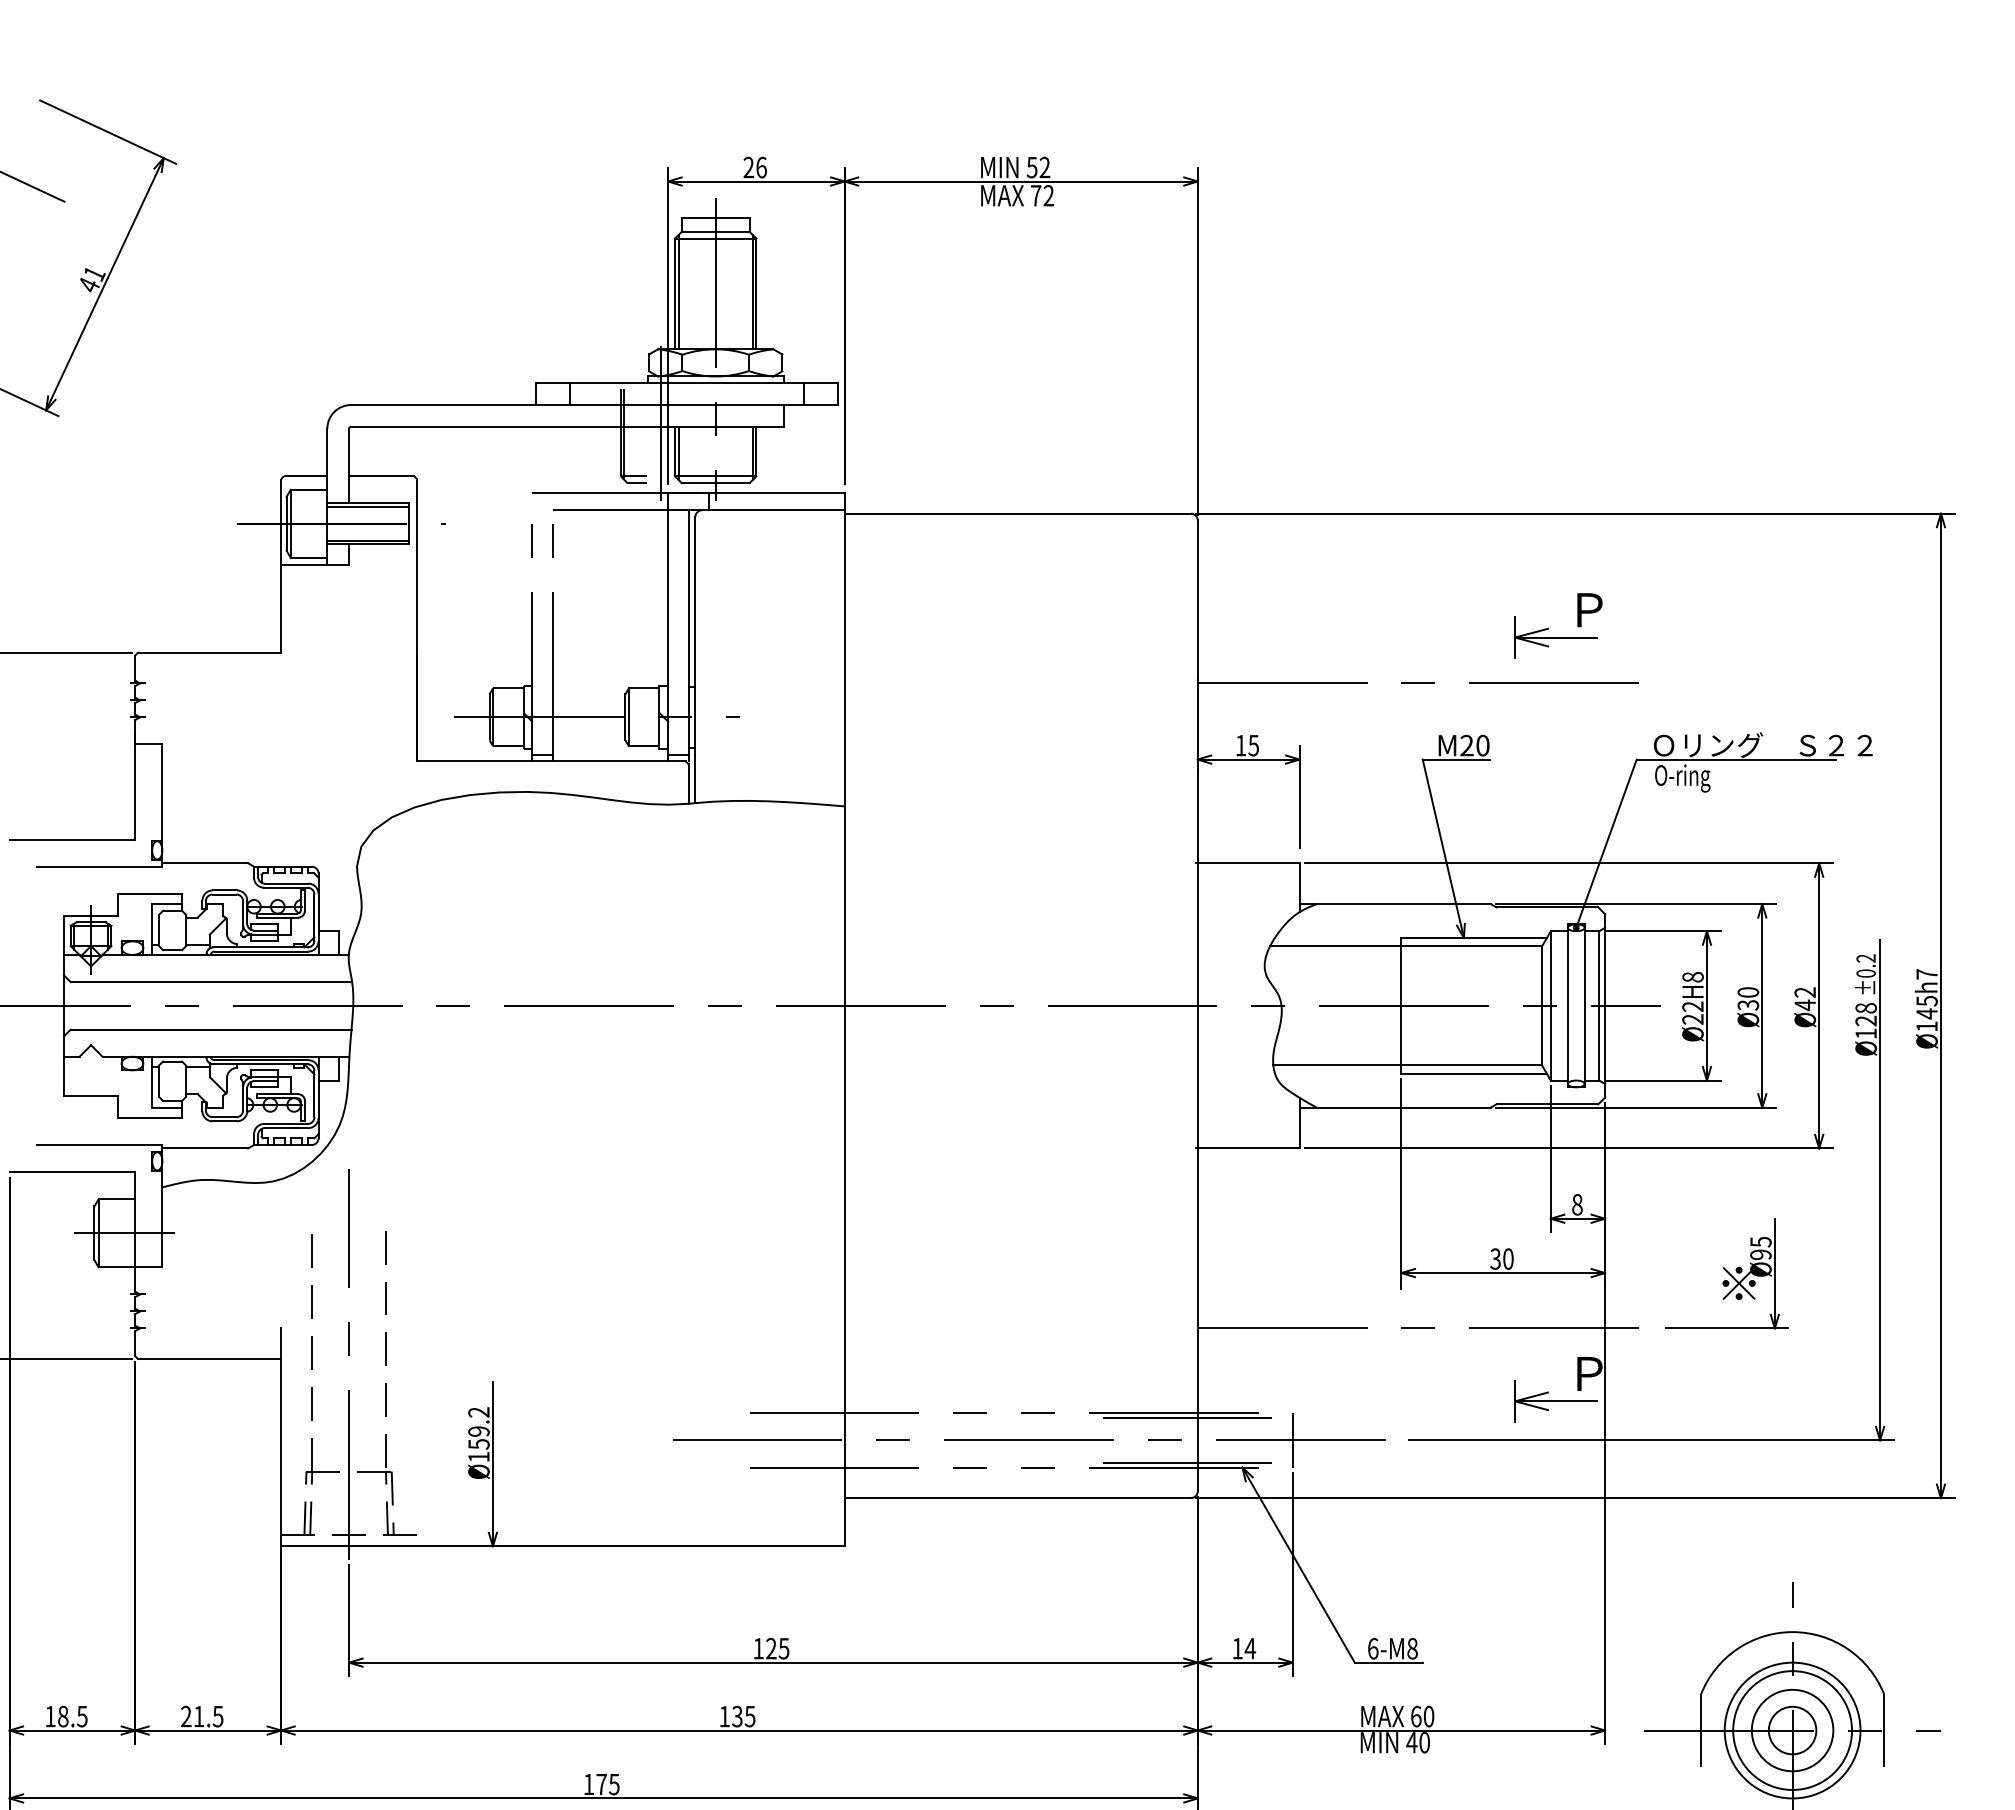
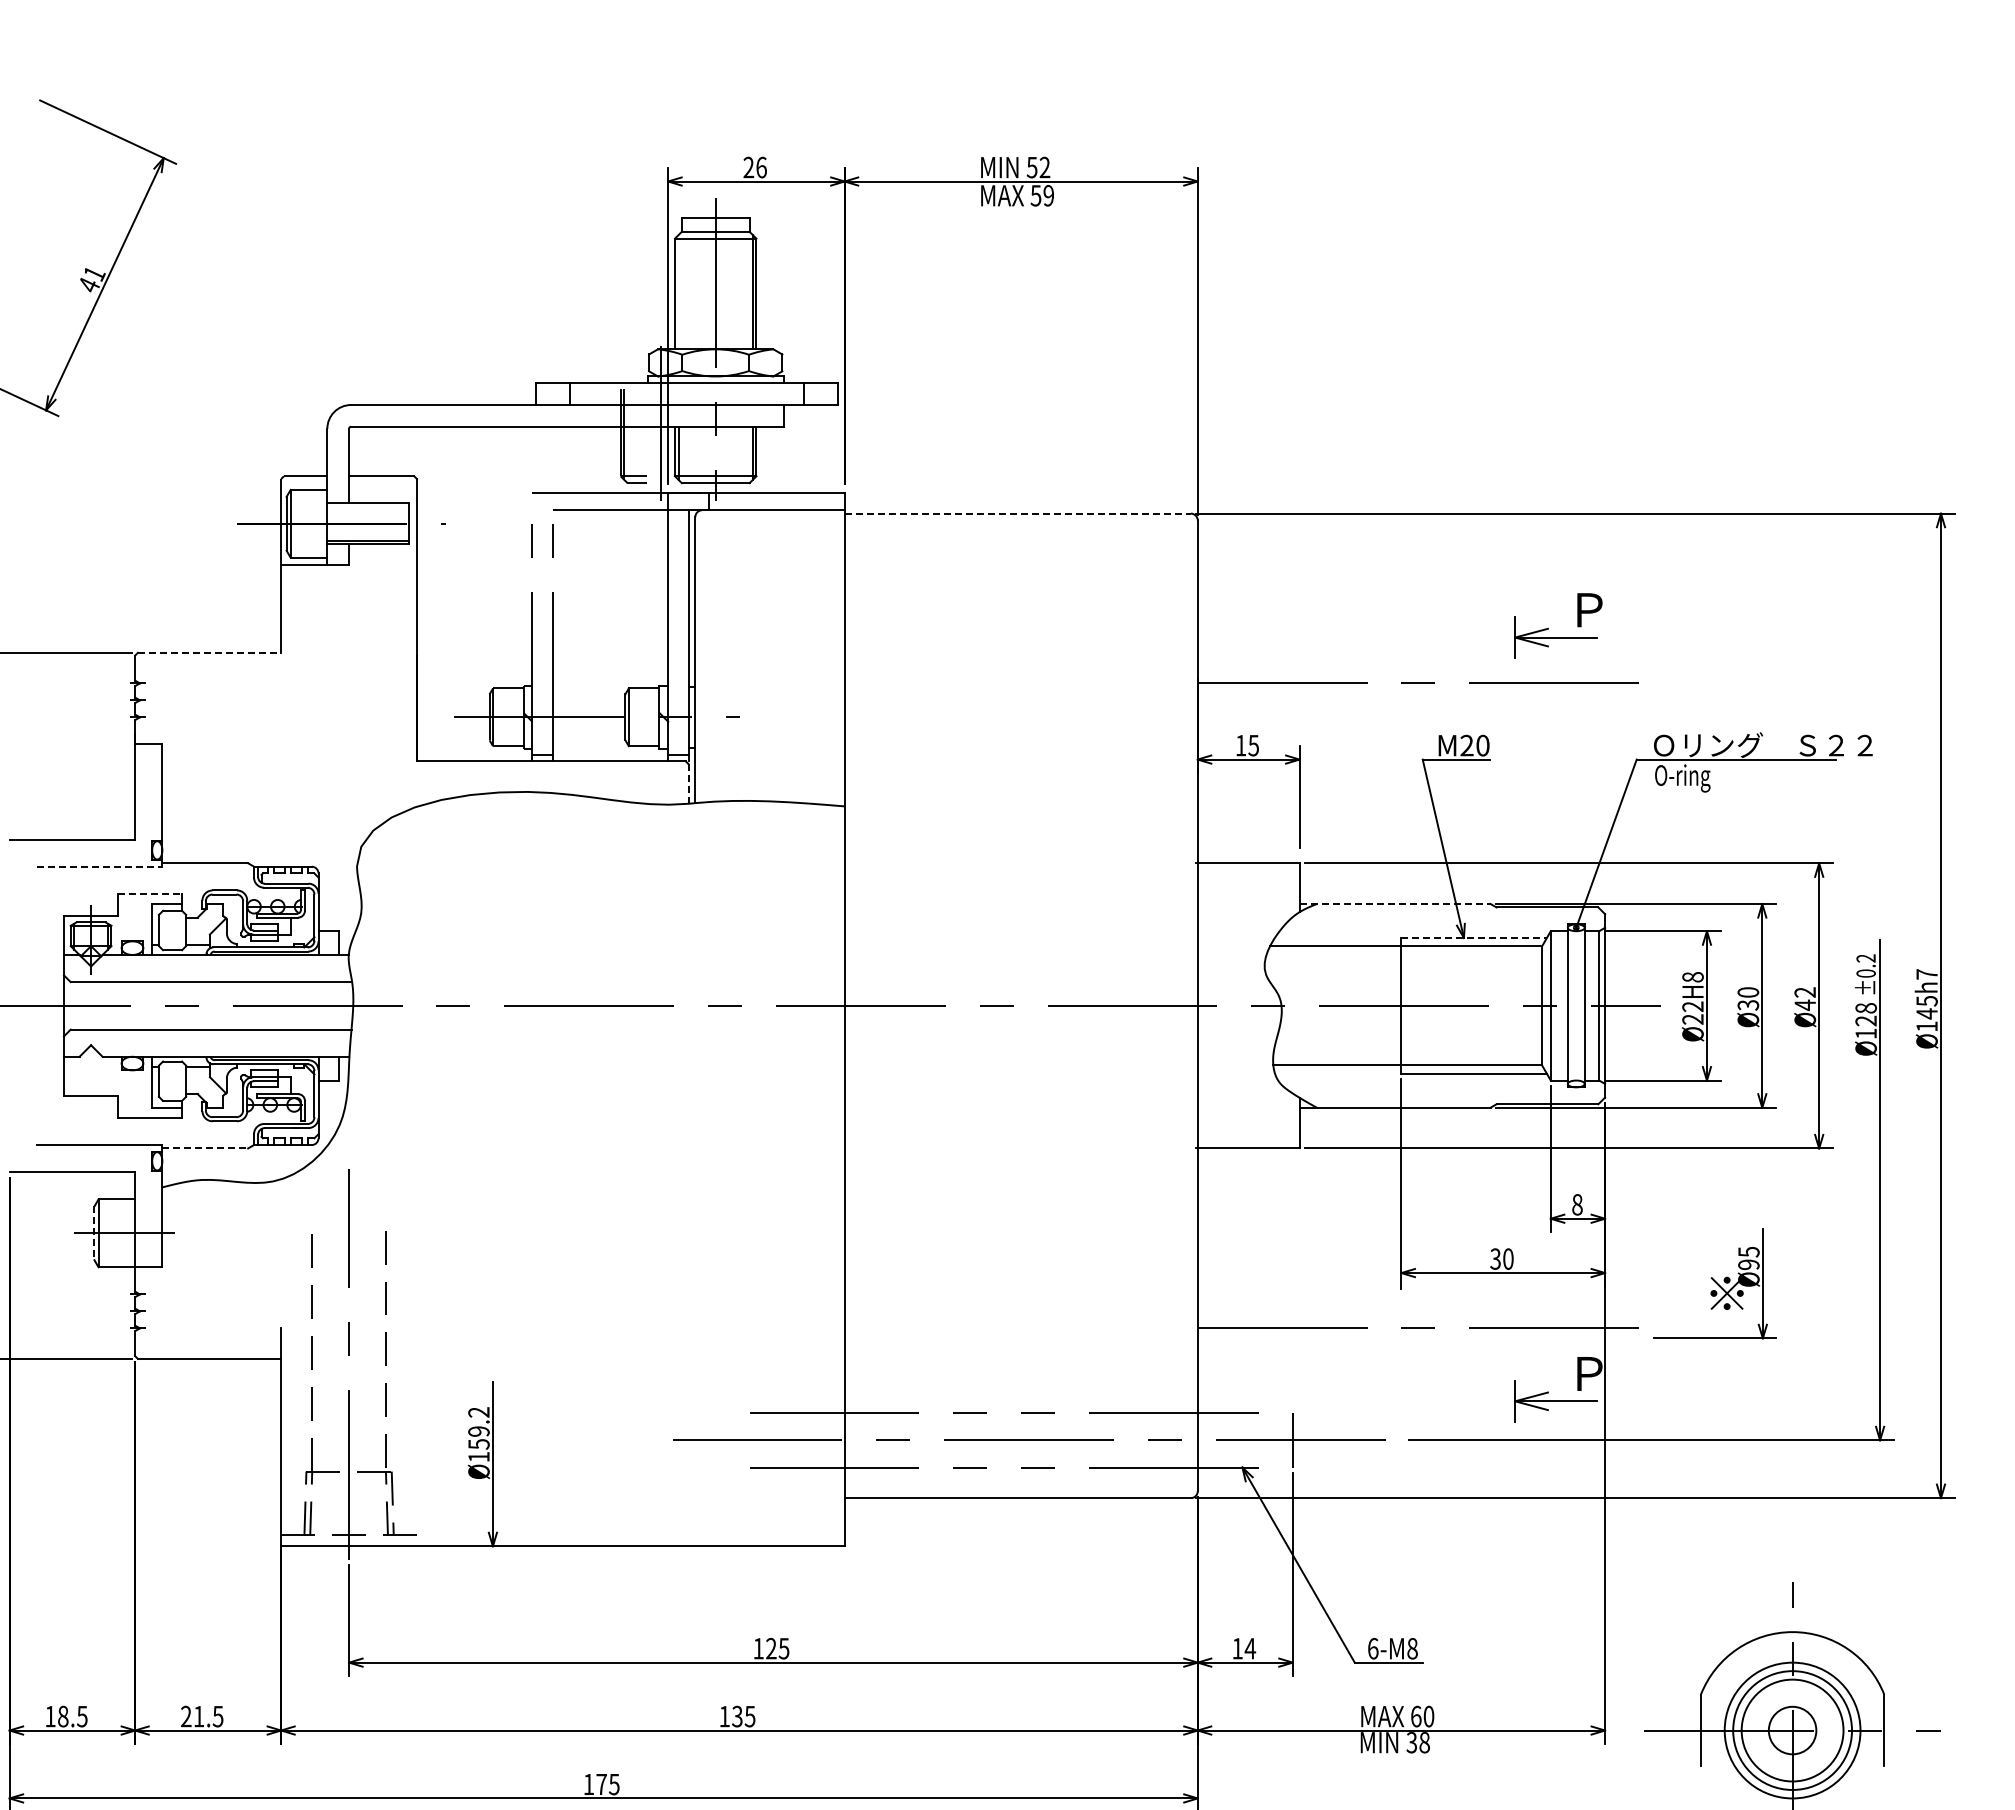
line at (33, 187): present -> none
text at (1042, 195): 72 -> 59
line at (678, 291): present -> none
line at (367, 507): present -> none
line at (1018, 513): solid -> dashed
line at (209, 652): solid -> dashed
line at (688, 783): solid -> dashed
line at (99, 866): solid -> dashed
line at (150, 893): solid -> dashed
line at (1395, 904): solid -> dashed
line at (1474, 937): solid -> dashed
line at (205, 1148): solid -> dashed
line at (94, 1233): solid -> dashed
part at (1726, 1273) position: (1726, 1273) -> (1714, 1283)
line at (1197, 1417): present -> none
line at (1197, 1462): present -> none
circle at (1792, 1730) diameter: 81 px -> 102 px
text at (1417, 1742): 40 -> 38
